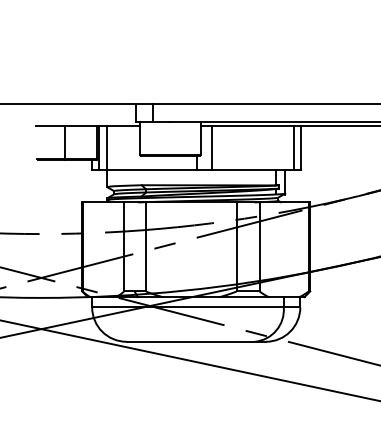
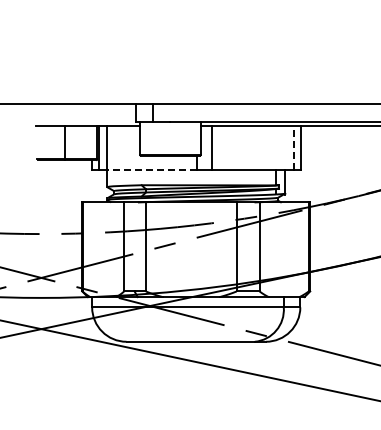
line at (294, 147): solid -> dashed
line at (152, 169): solid -> dashed
